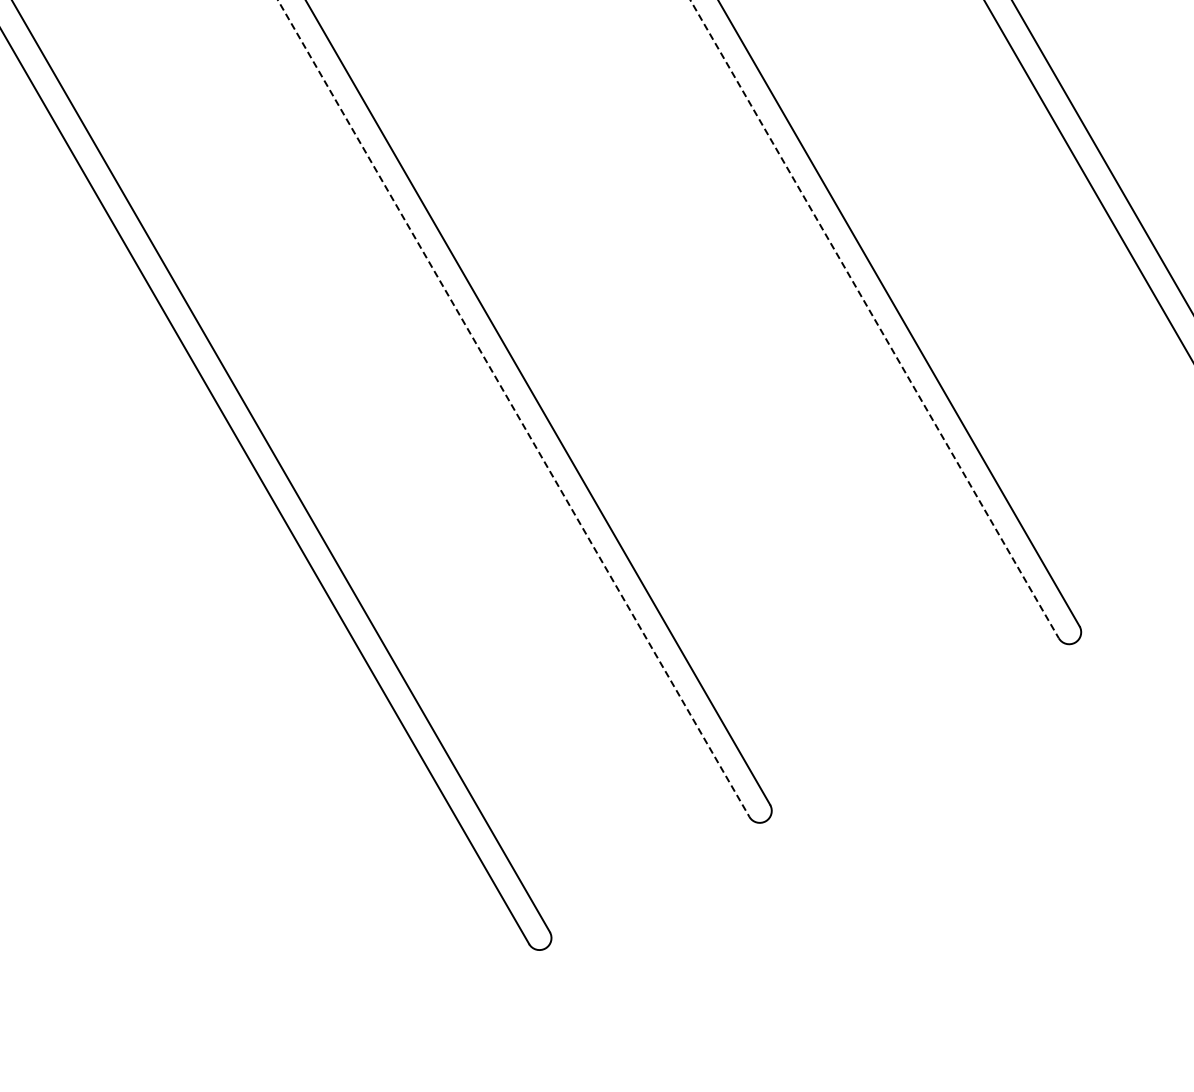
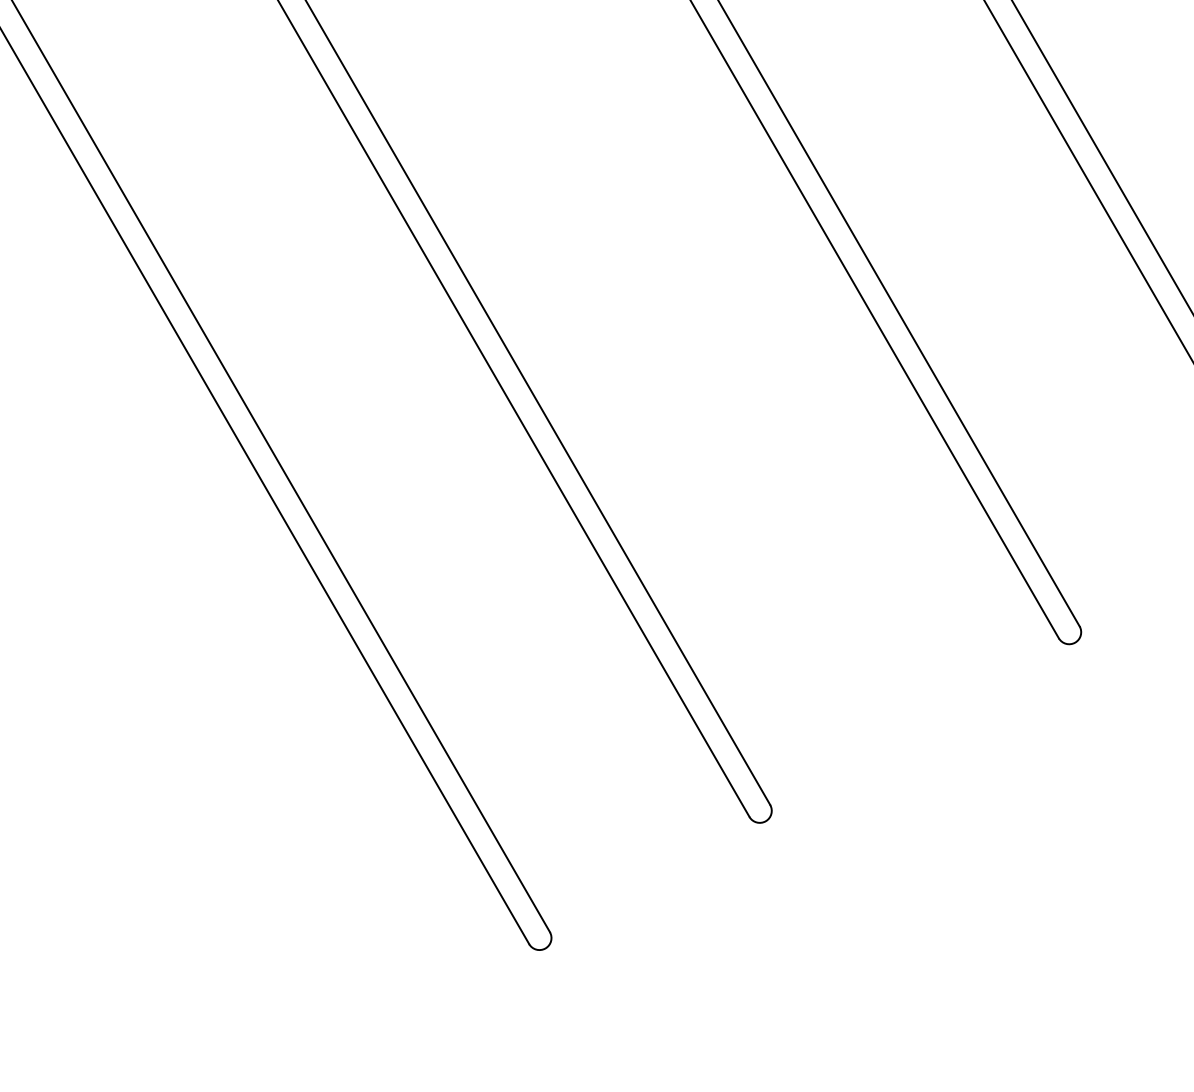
line at (874, 319): dashed -> solid
line at (514, 409): dashed -> solid
